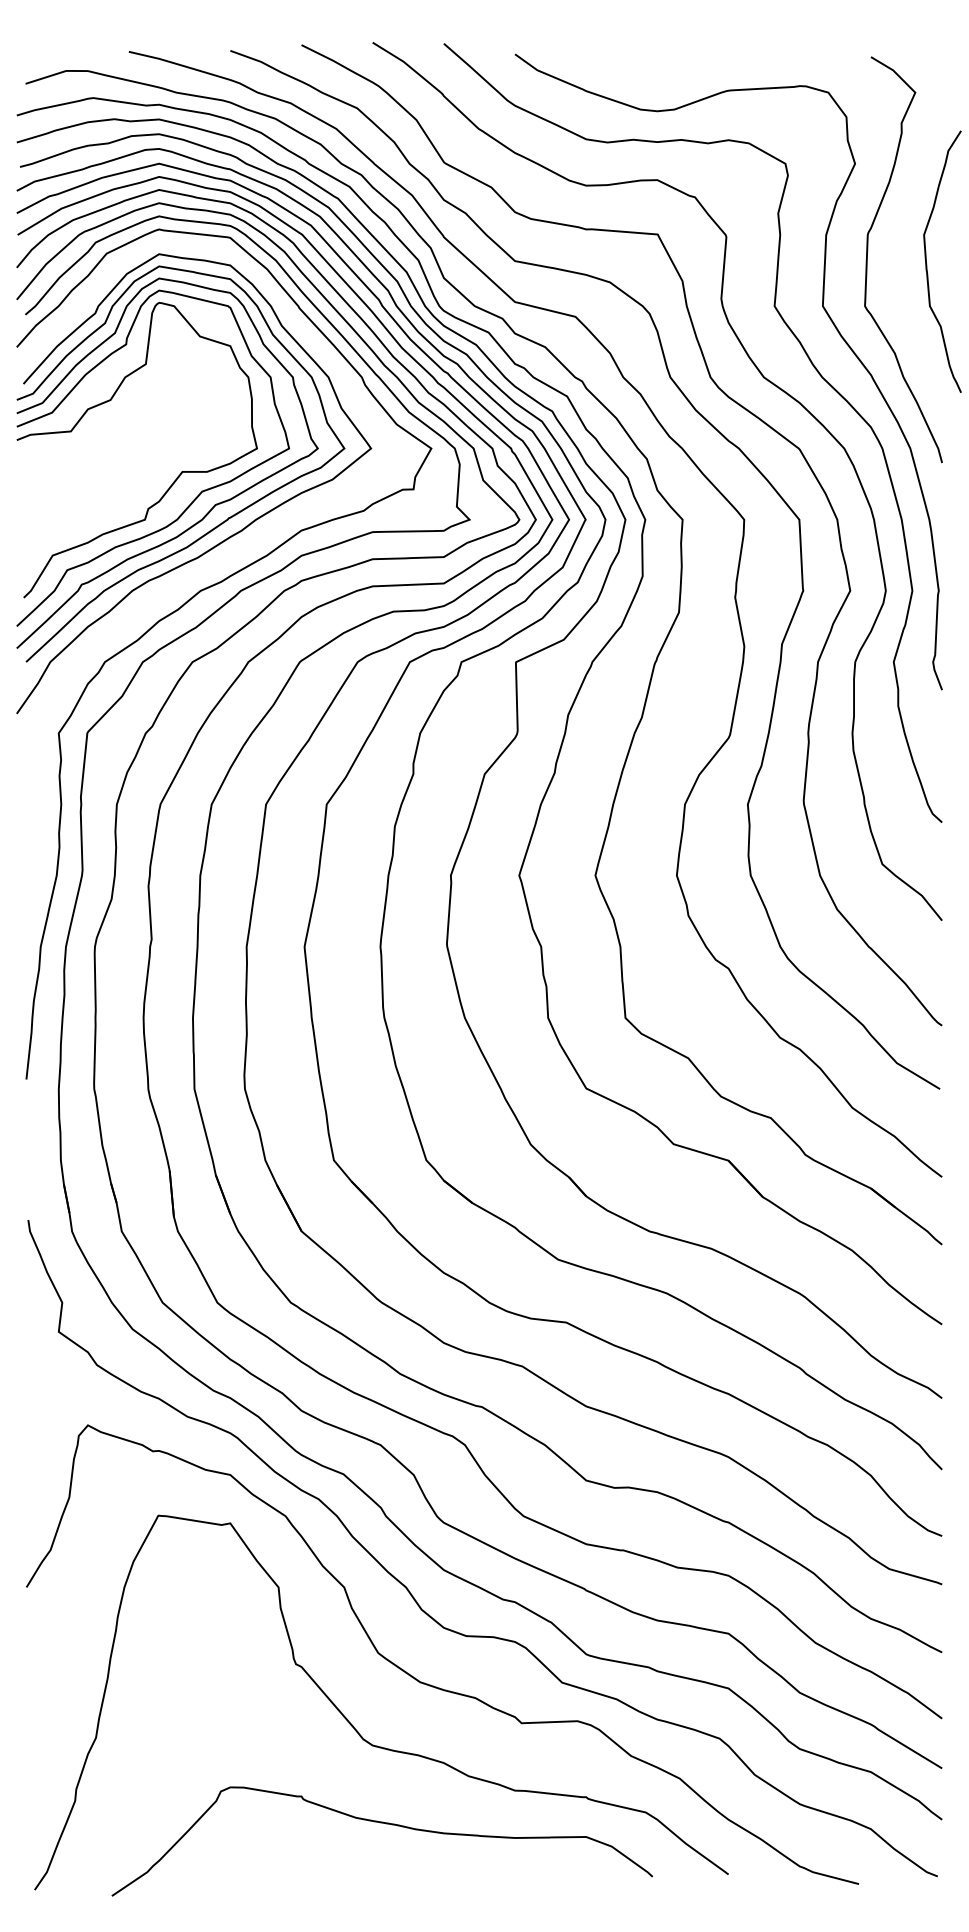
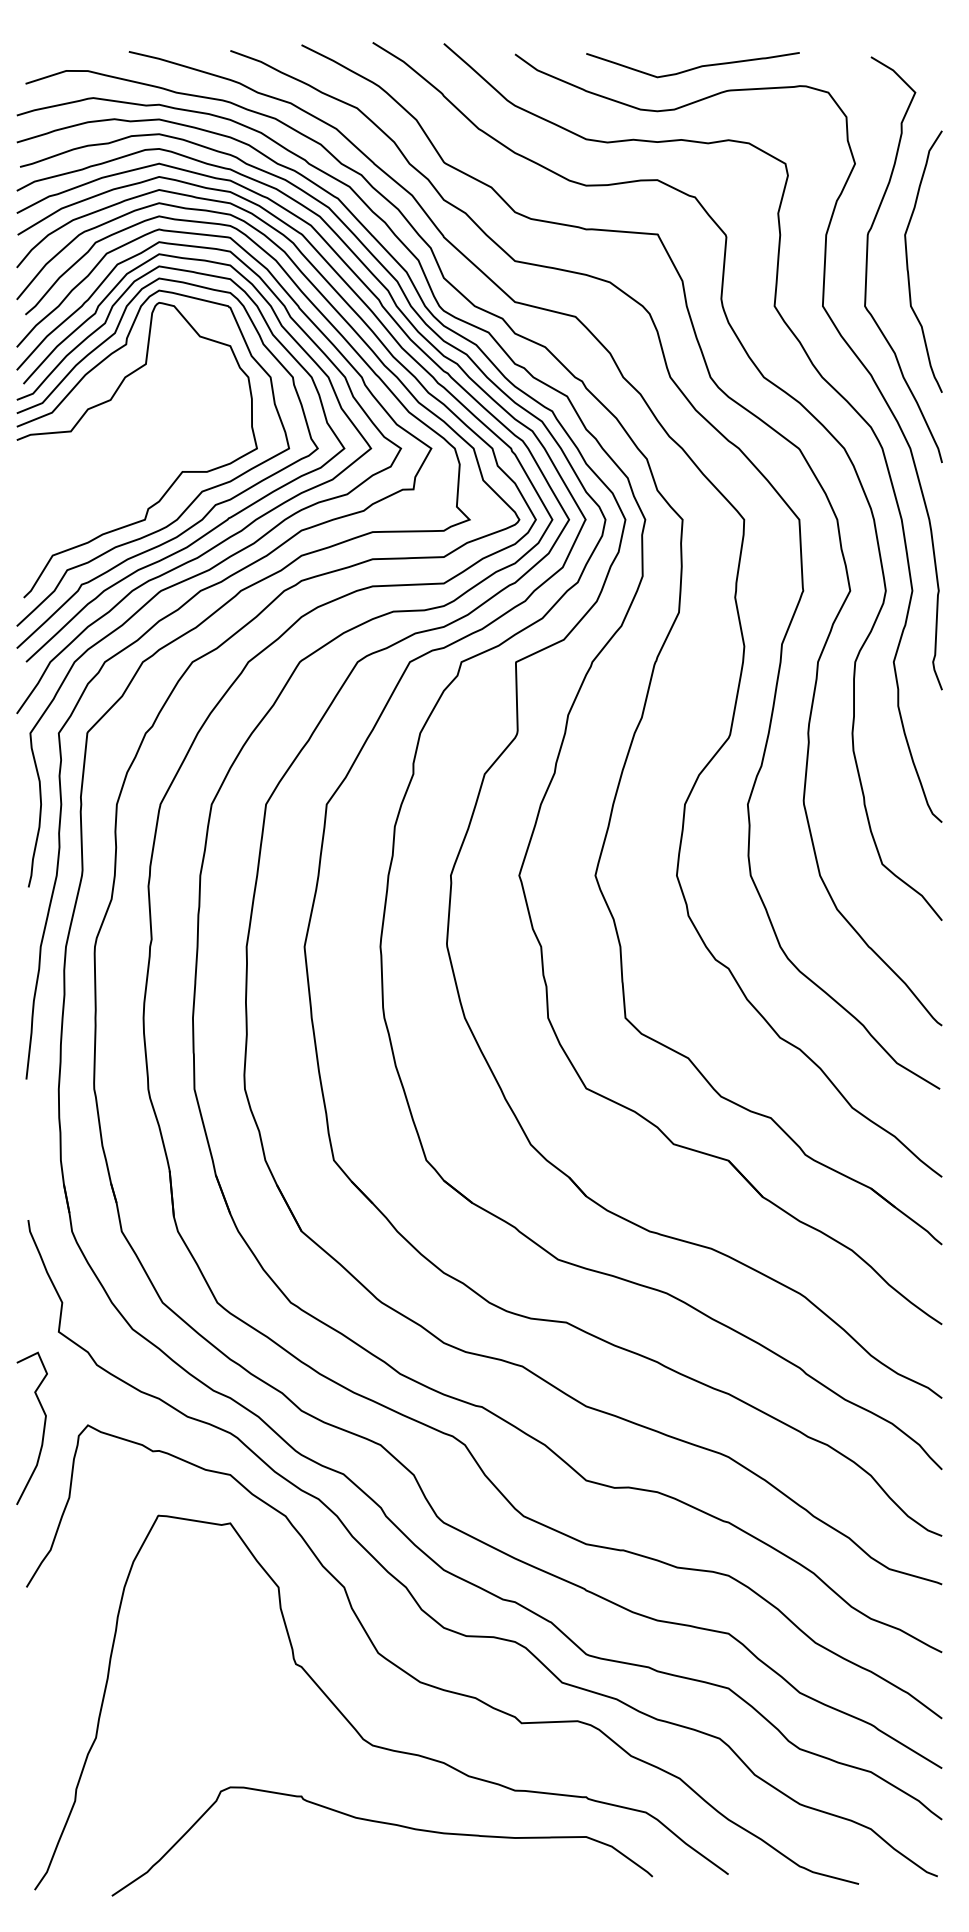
curve at (693, 67): none -> present
curve at (927, 264) position: (927, 264) -> (908, 264)
curve at (212, 566): none -> present
curve at (43, 1427): none -> present
